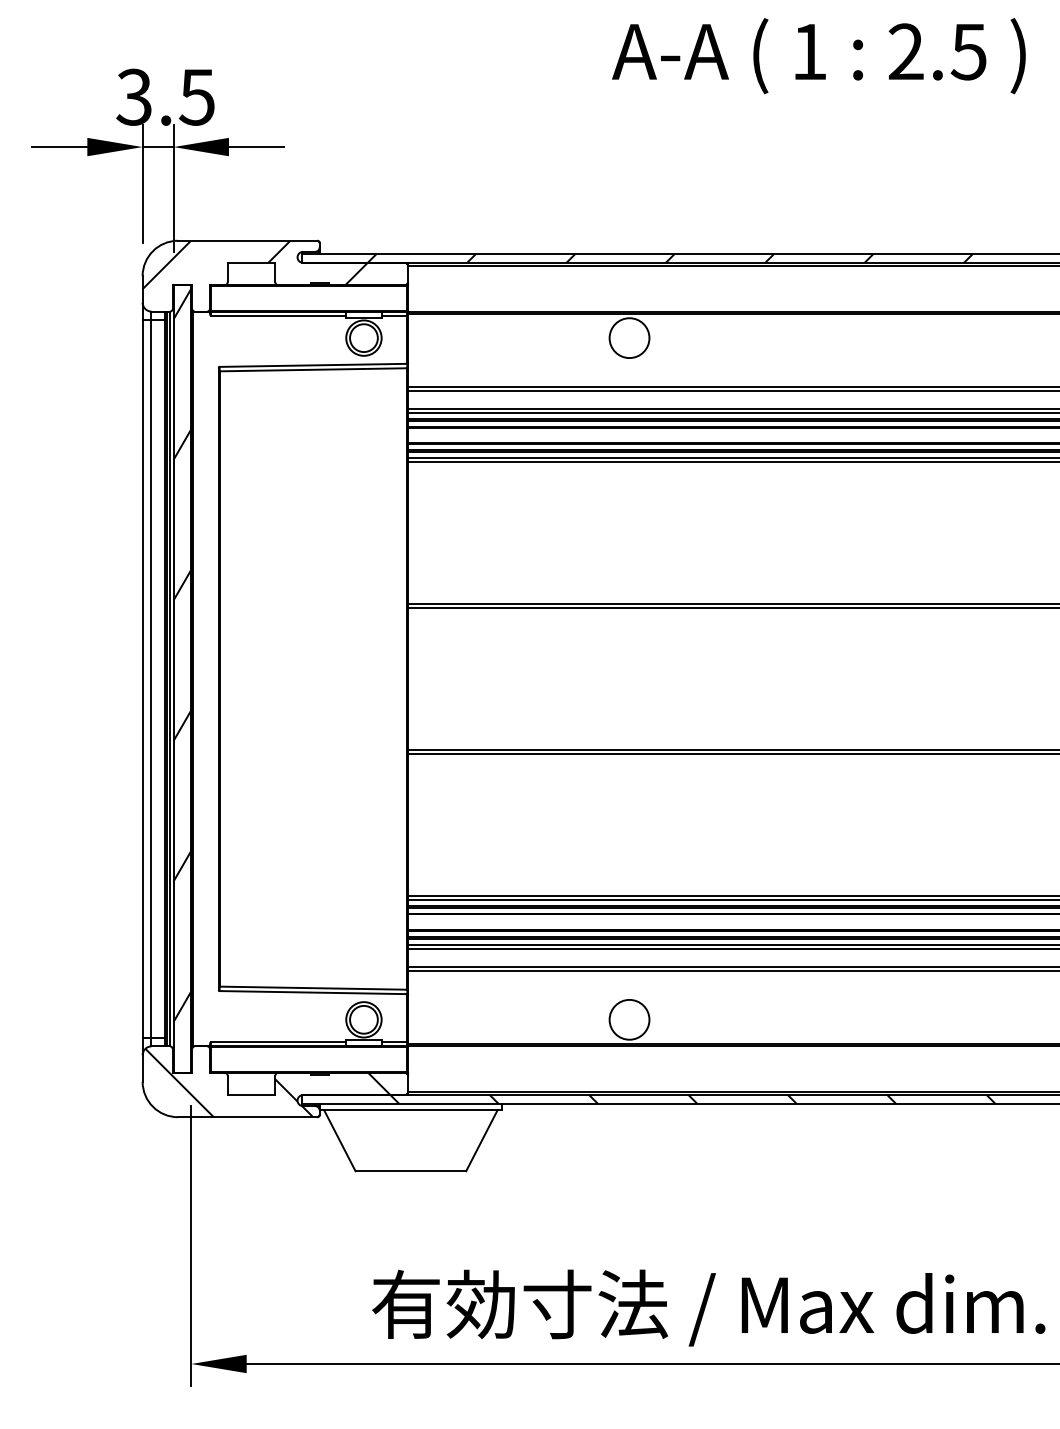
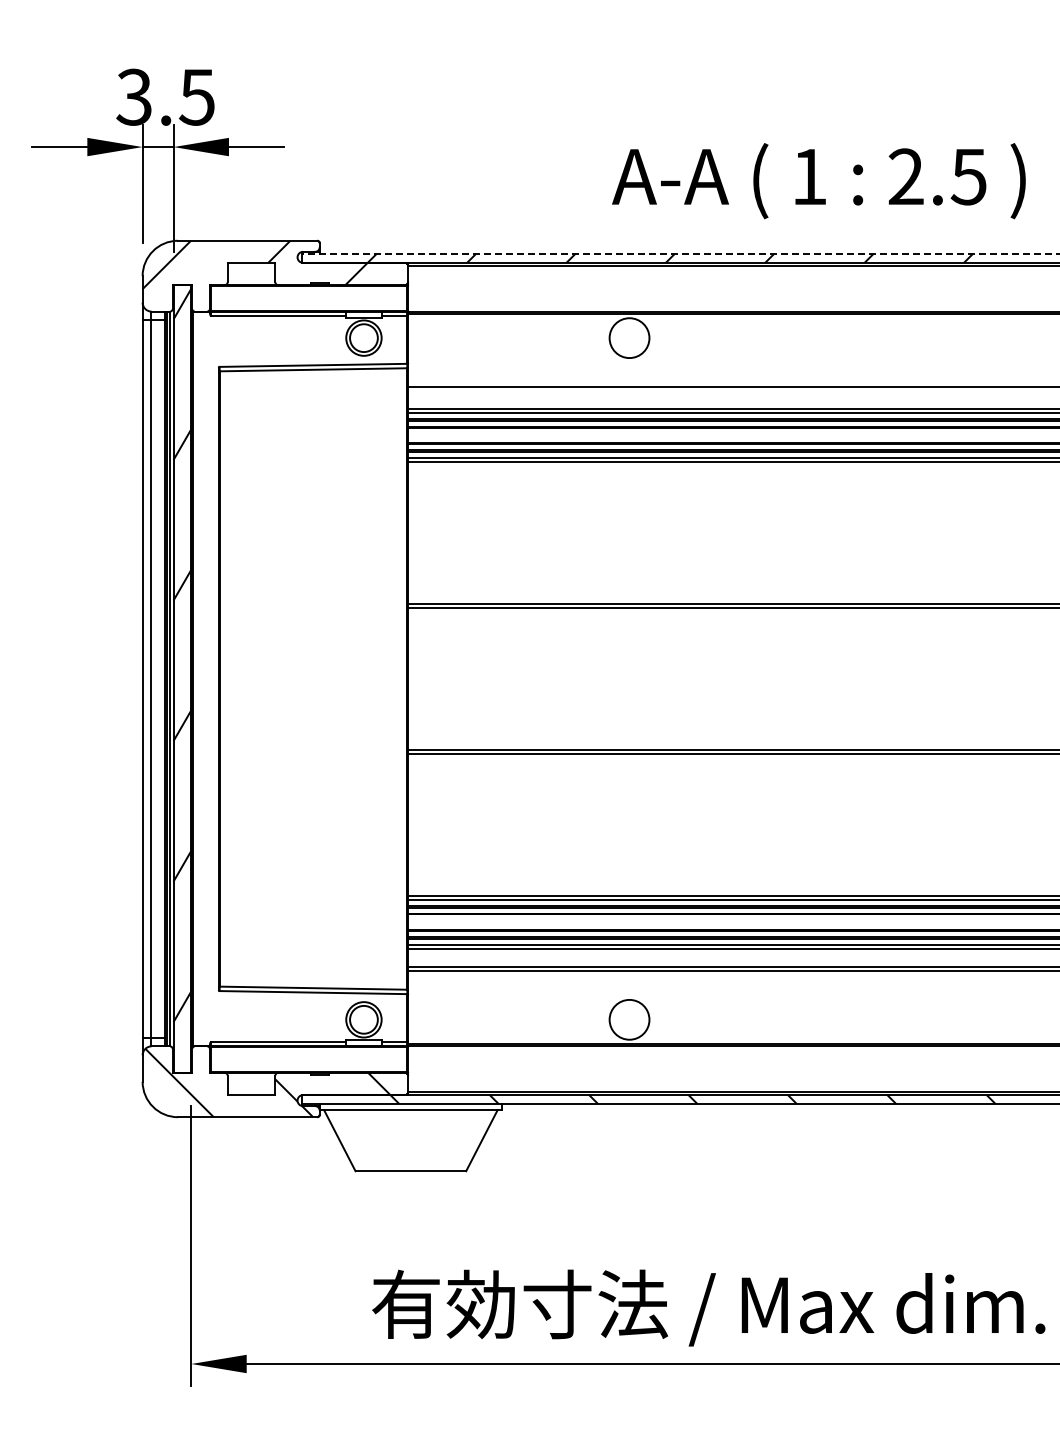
text at (818, 56) position: (818, 56) -> (818, 181)
line at (680, 254): solid -> dashed
line at (732, 391): present -> none
